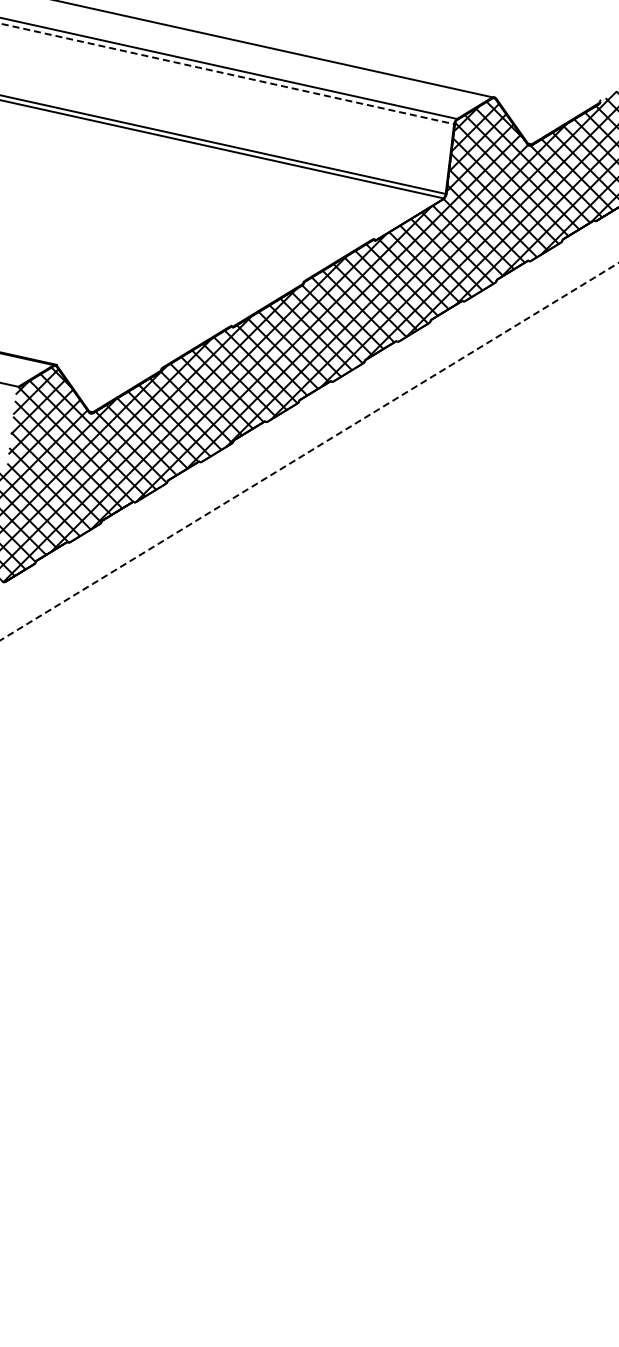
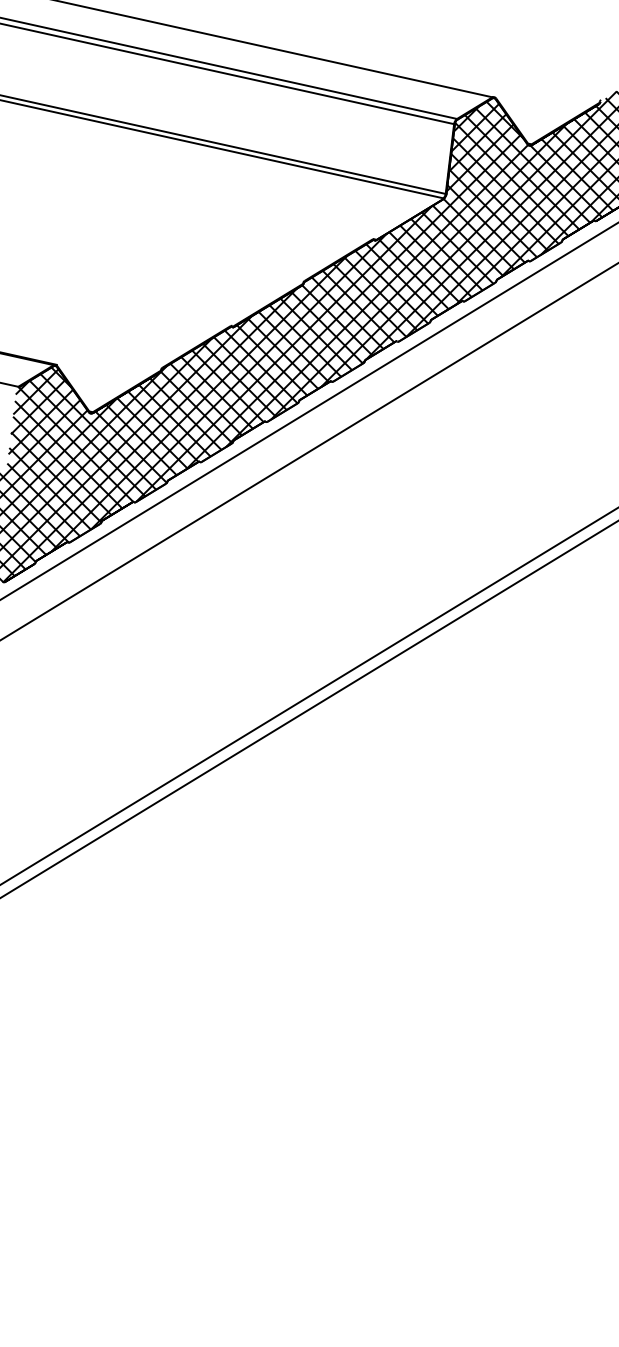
line at (227, 73): dashed -> solid
line at (308, 411): none -> present
line at (309, 451): dashed -> solid
line at (308, 696): none -> present
line at (308, 709): none -> present
